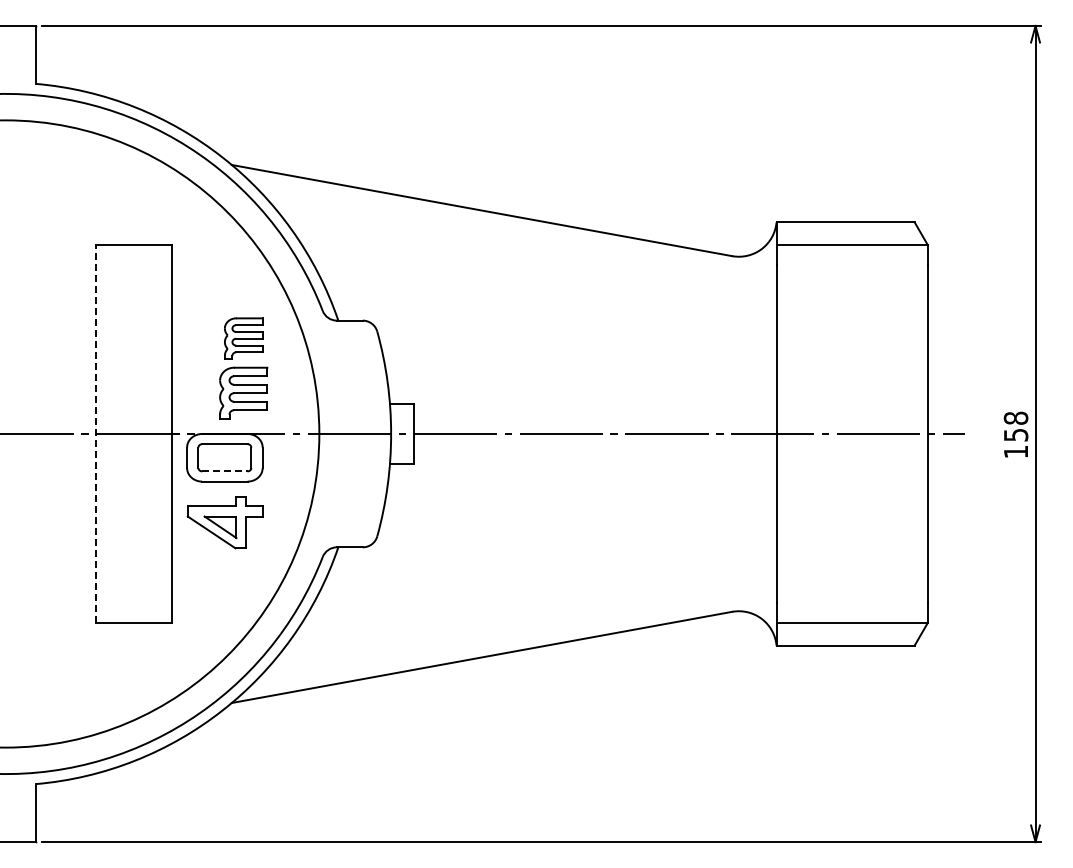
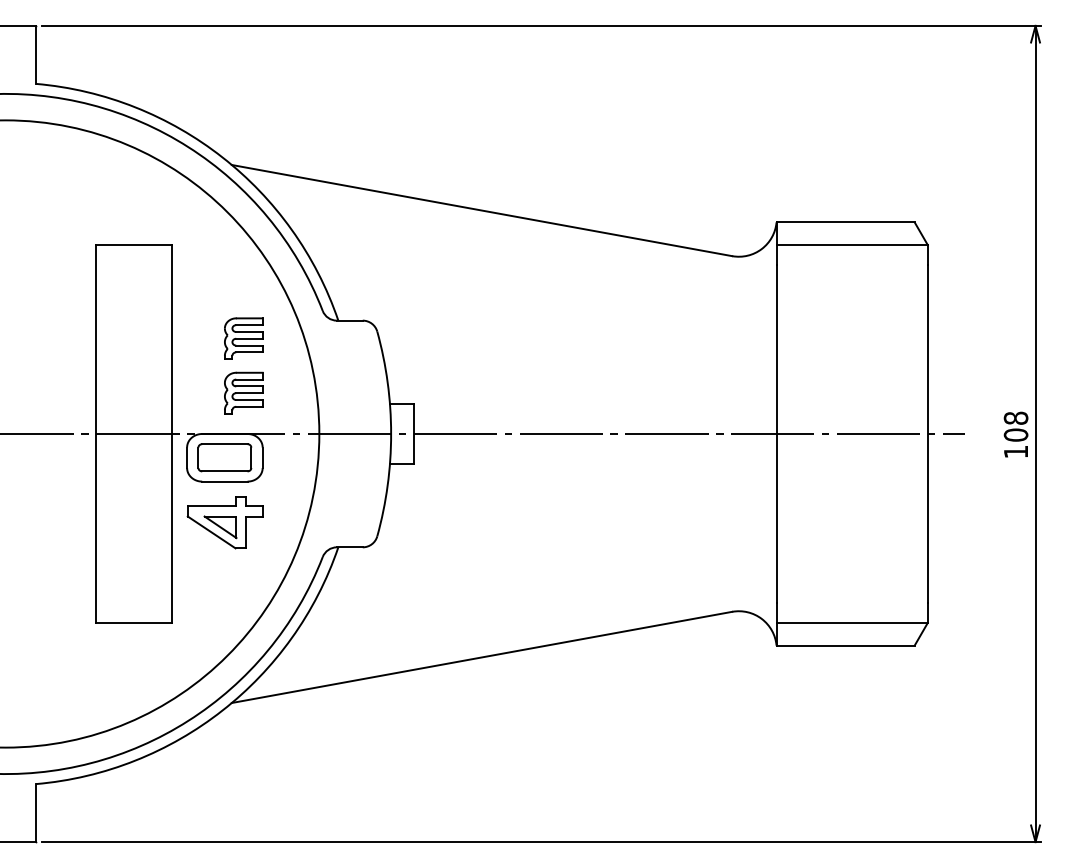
part at (243, 392) size: 50x54 px -> 40x44 px
line at (96, 434): dashed -> solid
text at (1015, 434): 158 -> 108
line at (224, 471): dashed -> solid
